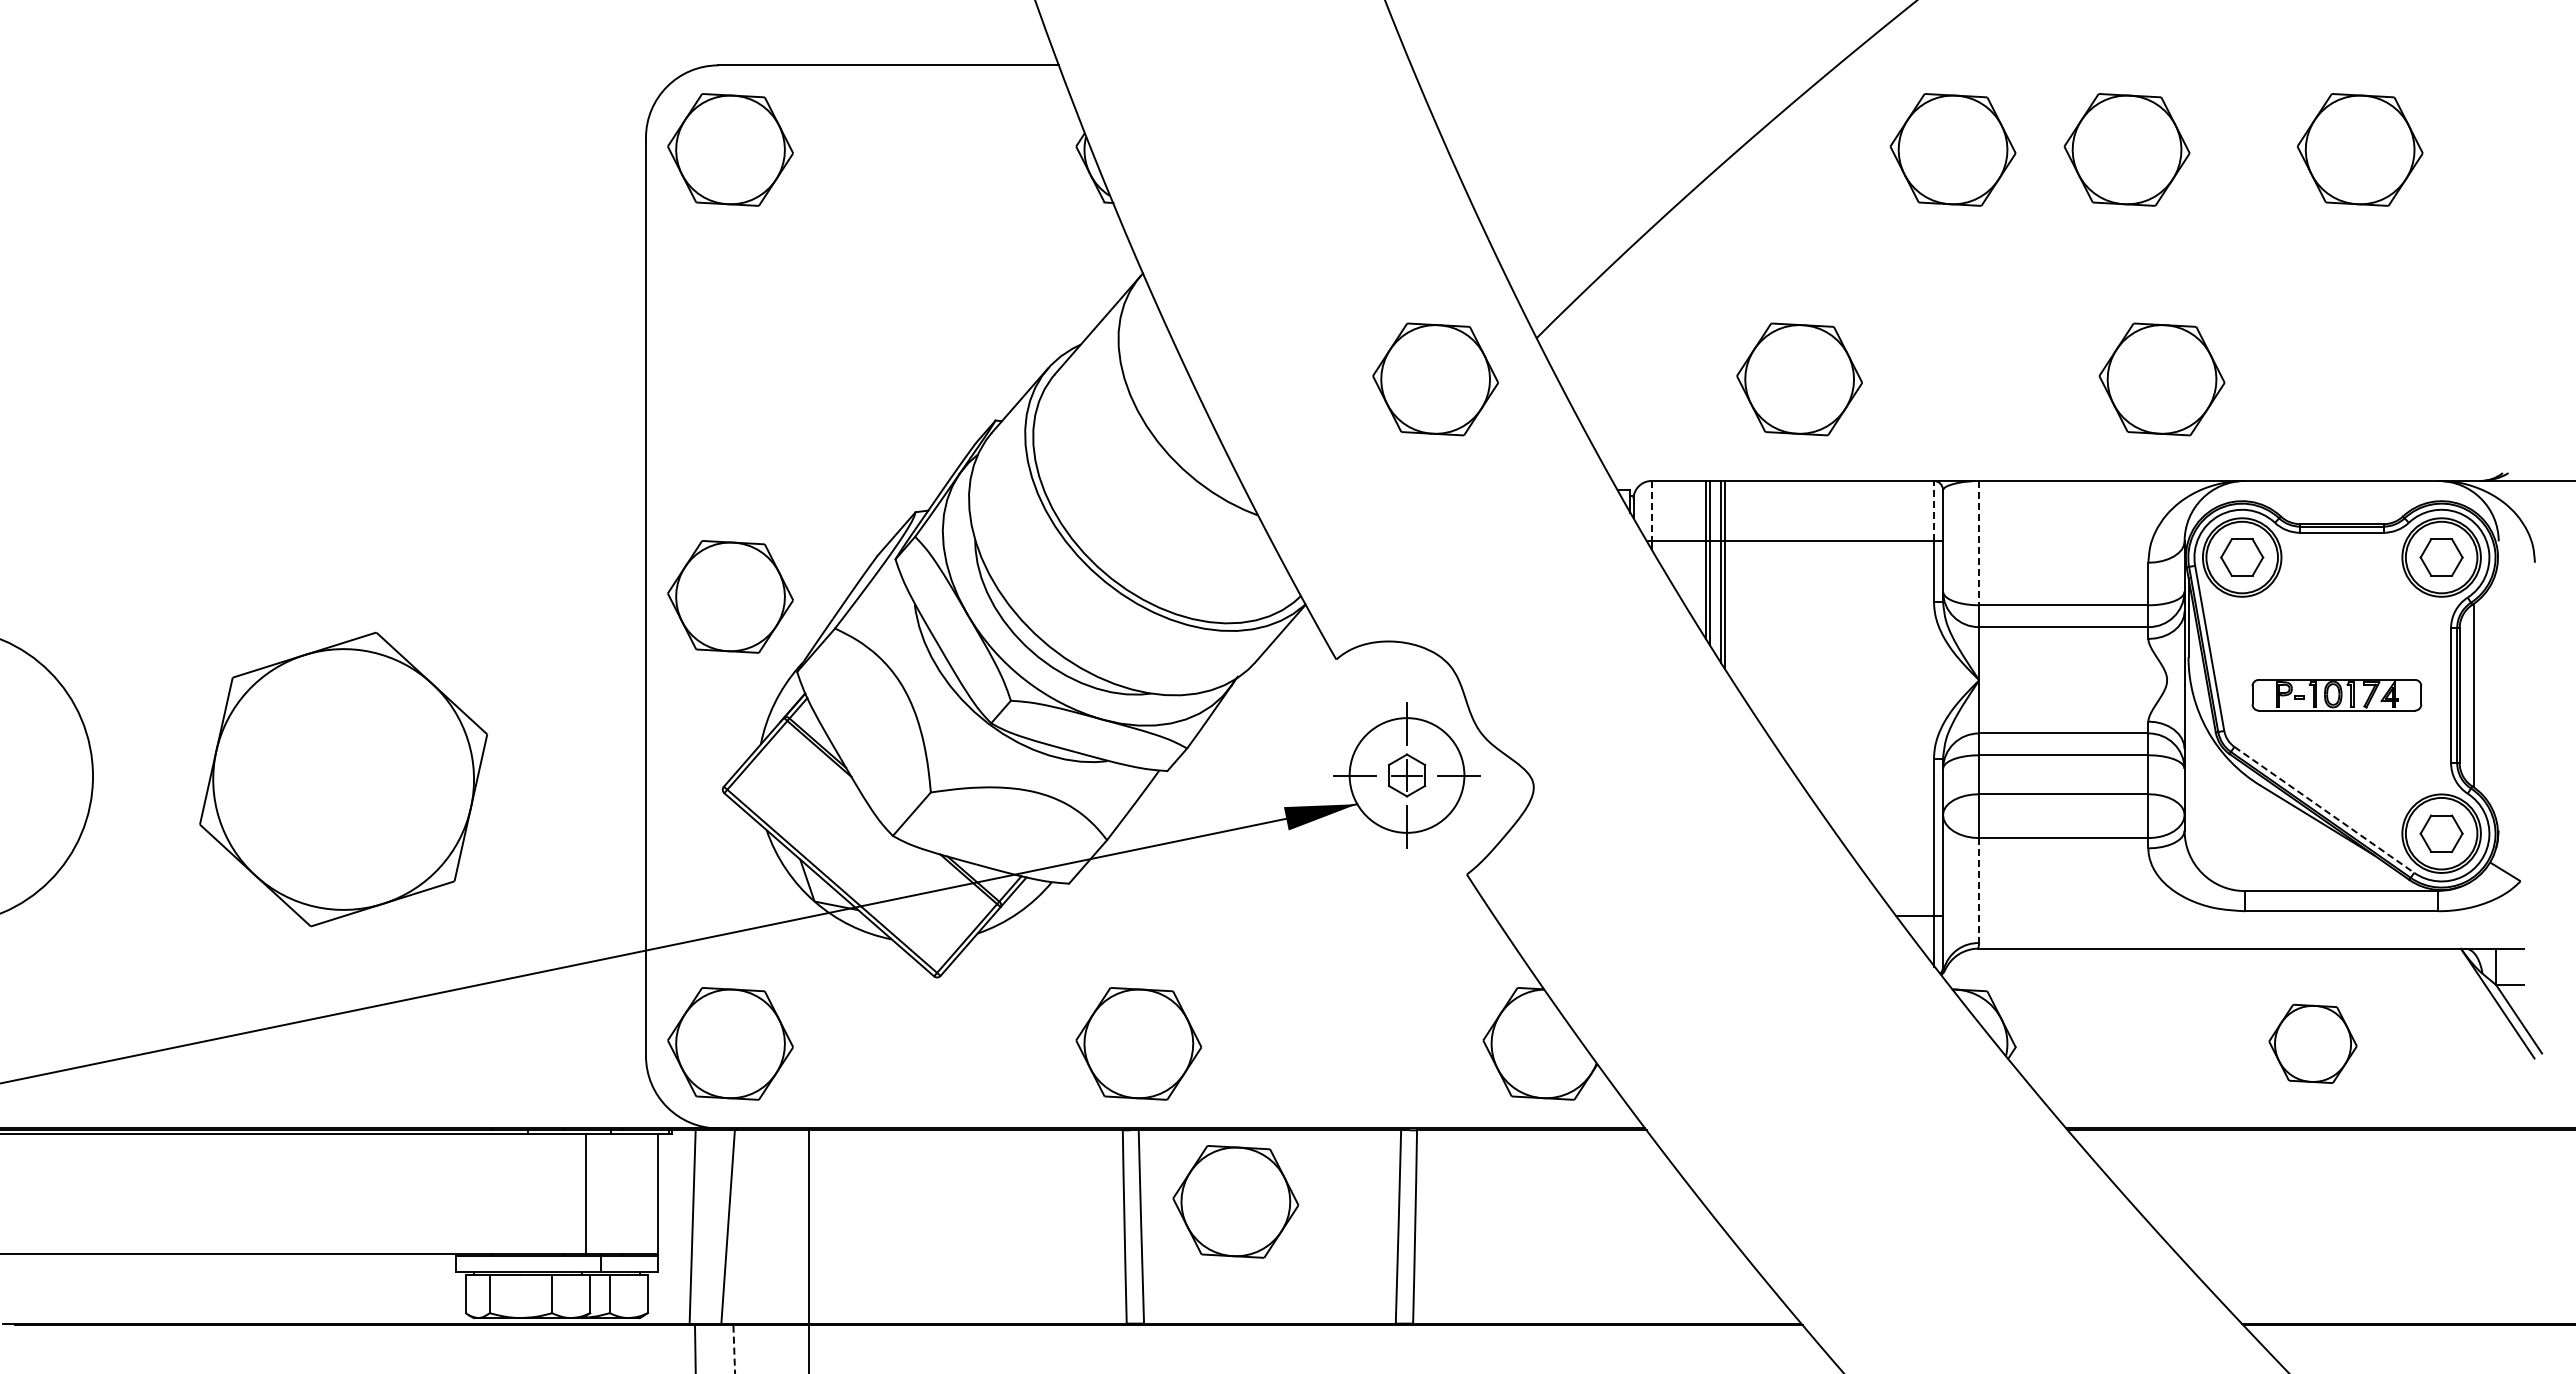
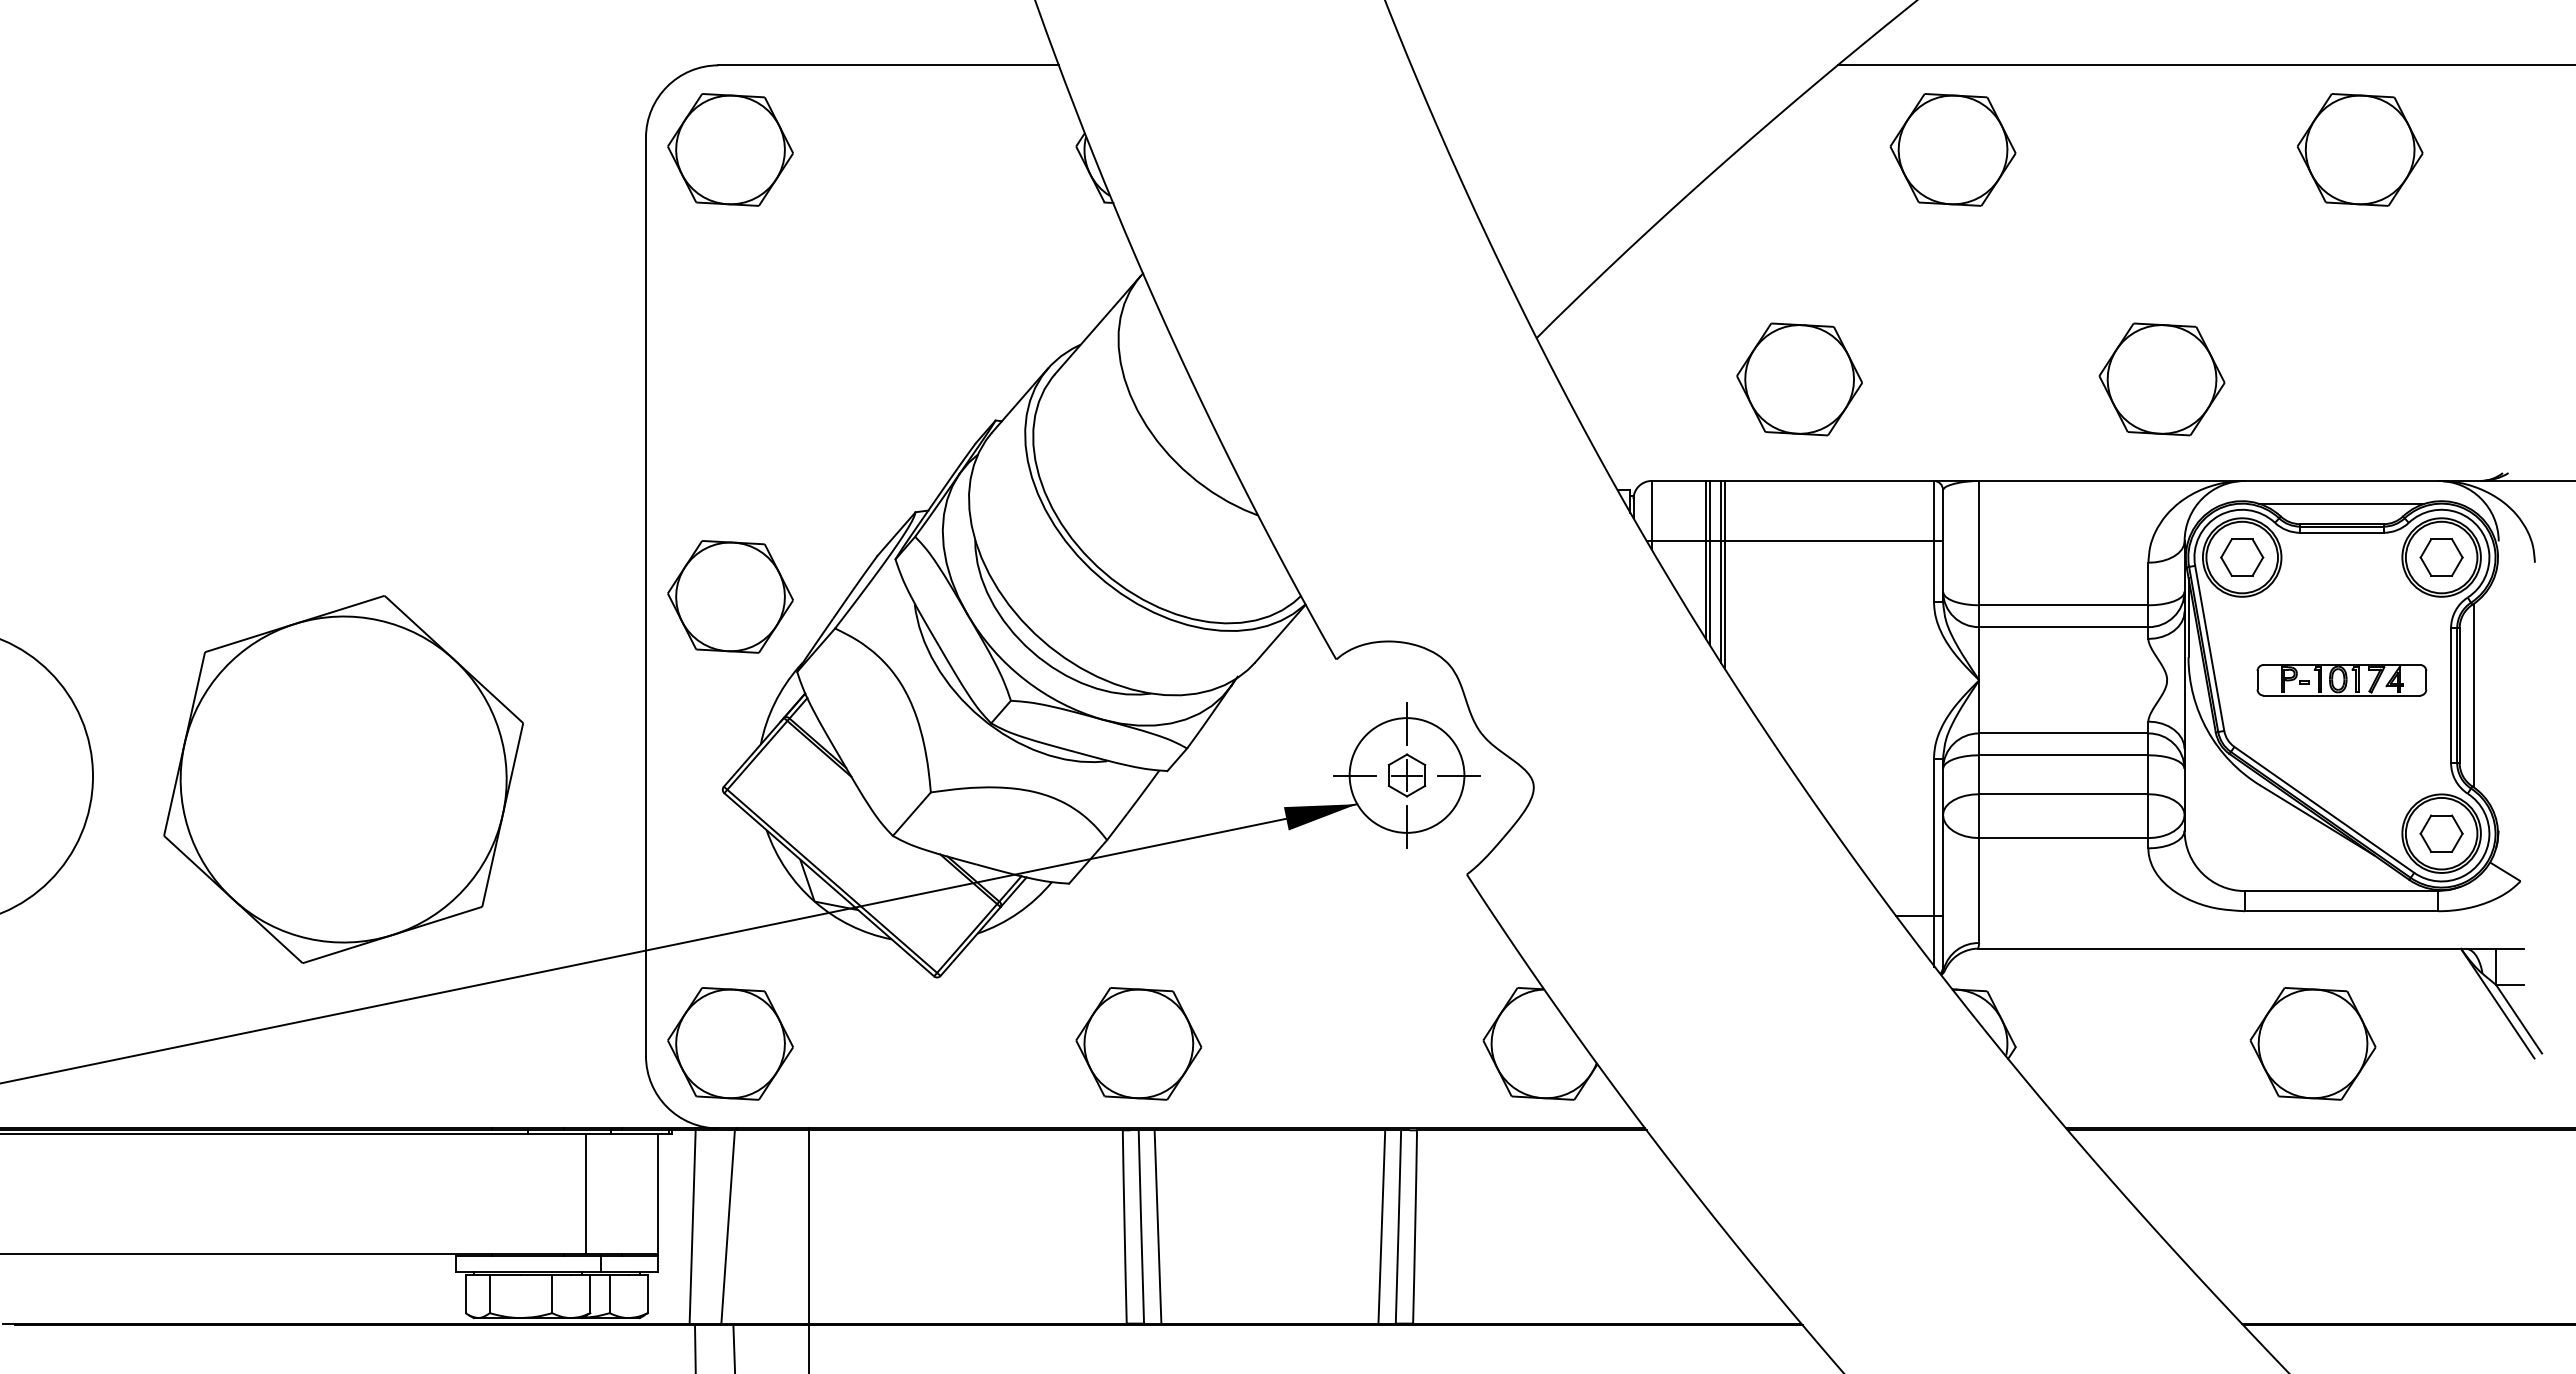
line at (2204, 65): none -> present
part at (2126, 149): present -> none
part at (1435, 379): present -> none
line at (2341, 503): none -> present
line at (1933, 510): dashed -> solid
line at (1651, 511): dashed -> solid
line at (1979, 543): dashed -> solid
part at (2336, 695) position: (2336, 695) -> (2341, 680)
part at (343, 779) size: 289x297 px -> 361x369 px
line at (2324, 809): dashed -> solid
line at (1979, 891): dashed -> solid
part at (2312, 1043) size: 90x81 px -> 128x114 px
part at (1235, 1201): present -> none
line at (1157, 1226): none -> present
line at (1381, 1226): none -> present
line at (734, 1349): dashed -> solid
